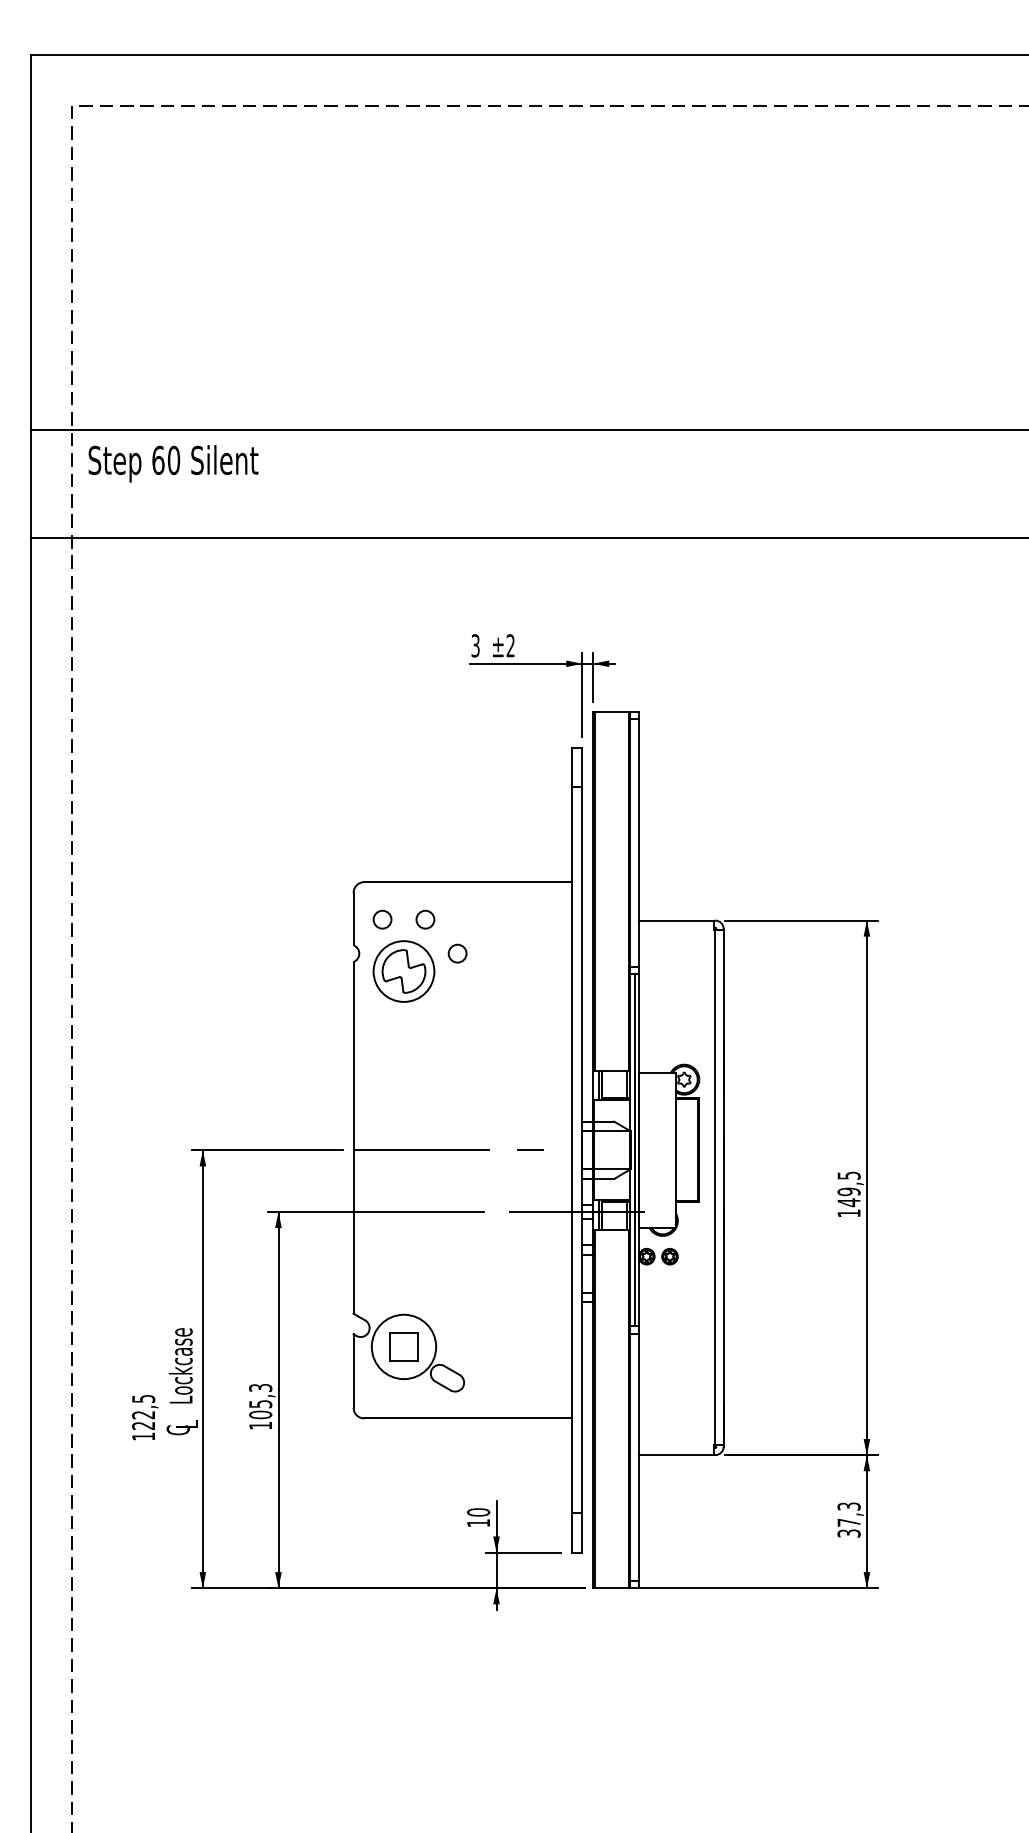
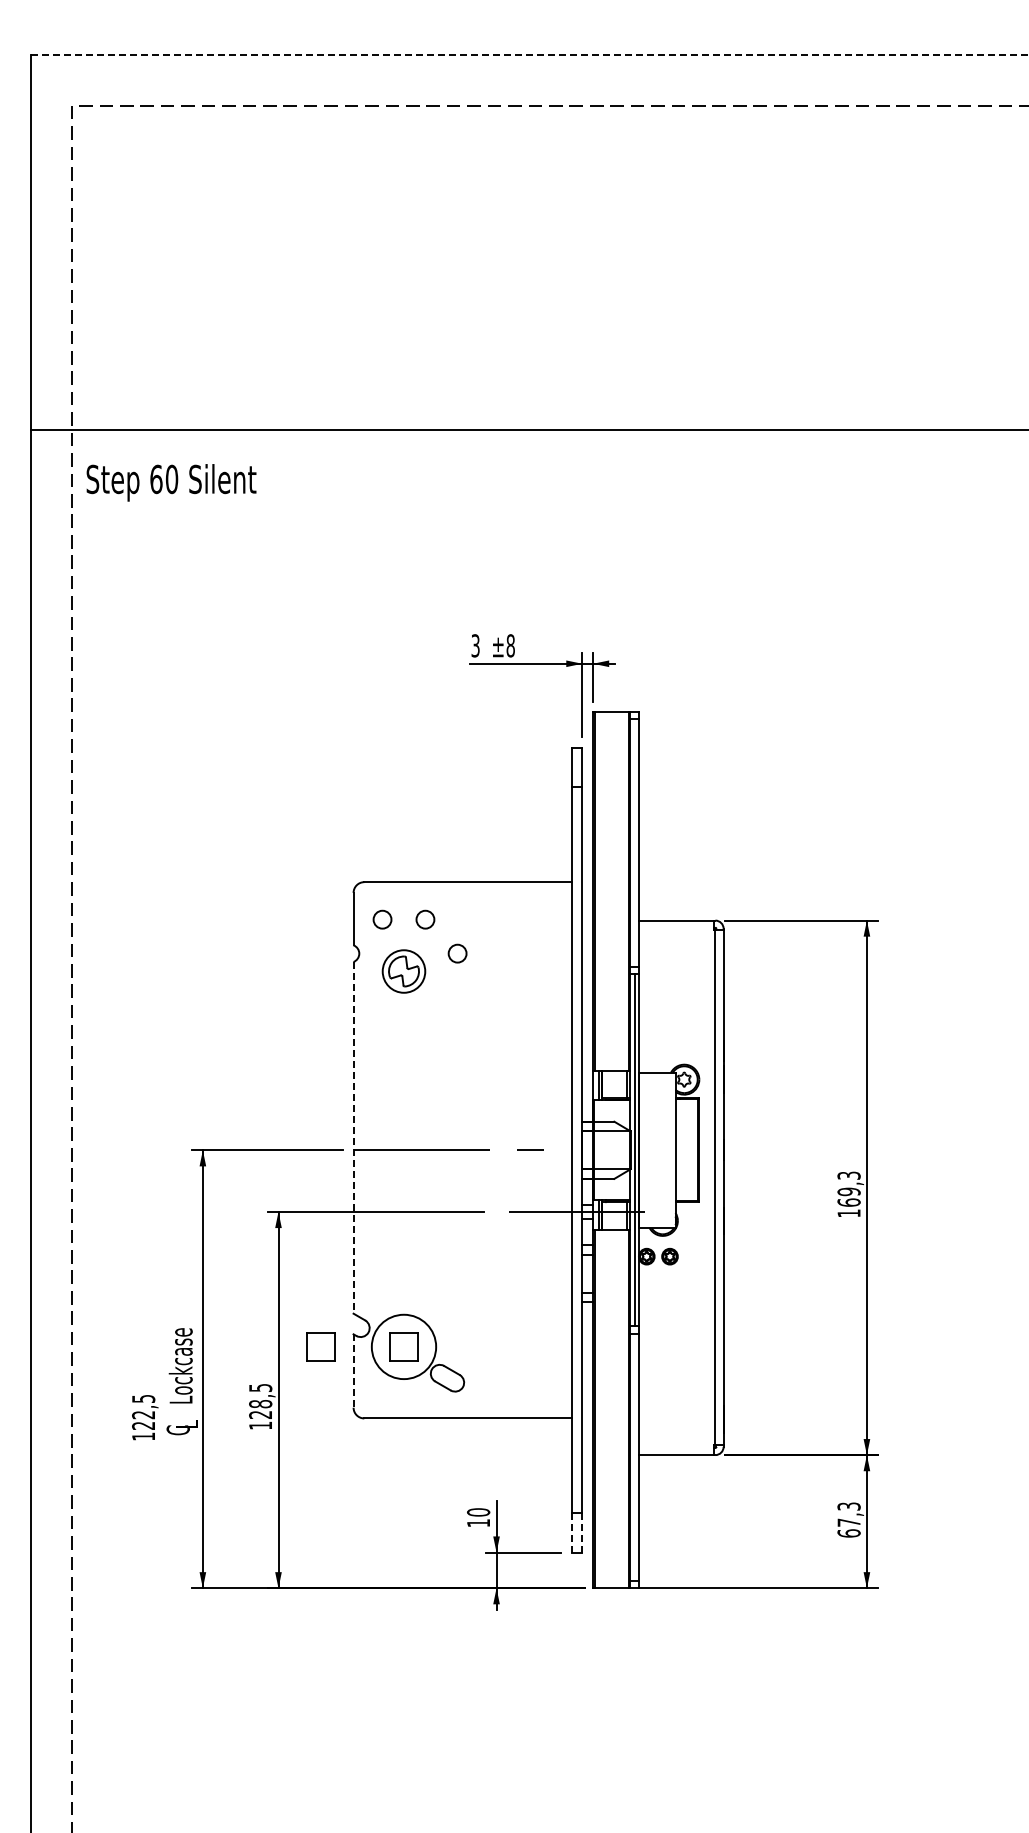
line at (529, 54): solid -> dashed
text at (173, 463) position: (173, 463) -> (171, 482)
line at (528, 537): present -> none
text at (510, 645): ±2 -> ±8
part at (403, 971) size: 64x63 px -> 46x45 px
line at (353, 1137): solid -> dashed
text at (848, 1189): 149,5 -> 169,3
part at (320, 1346): none -> present
line at (353, 1371): solid -> dashed
text at (260, 1401): 105,3 -> 128,5
line at (571, 1532): solid -> dashed
line at (582, 1532): solid -> dashed
text at (848, 1533): 37,3 -> 67,3
